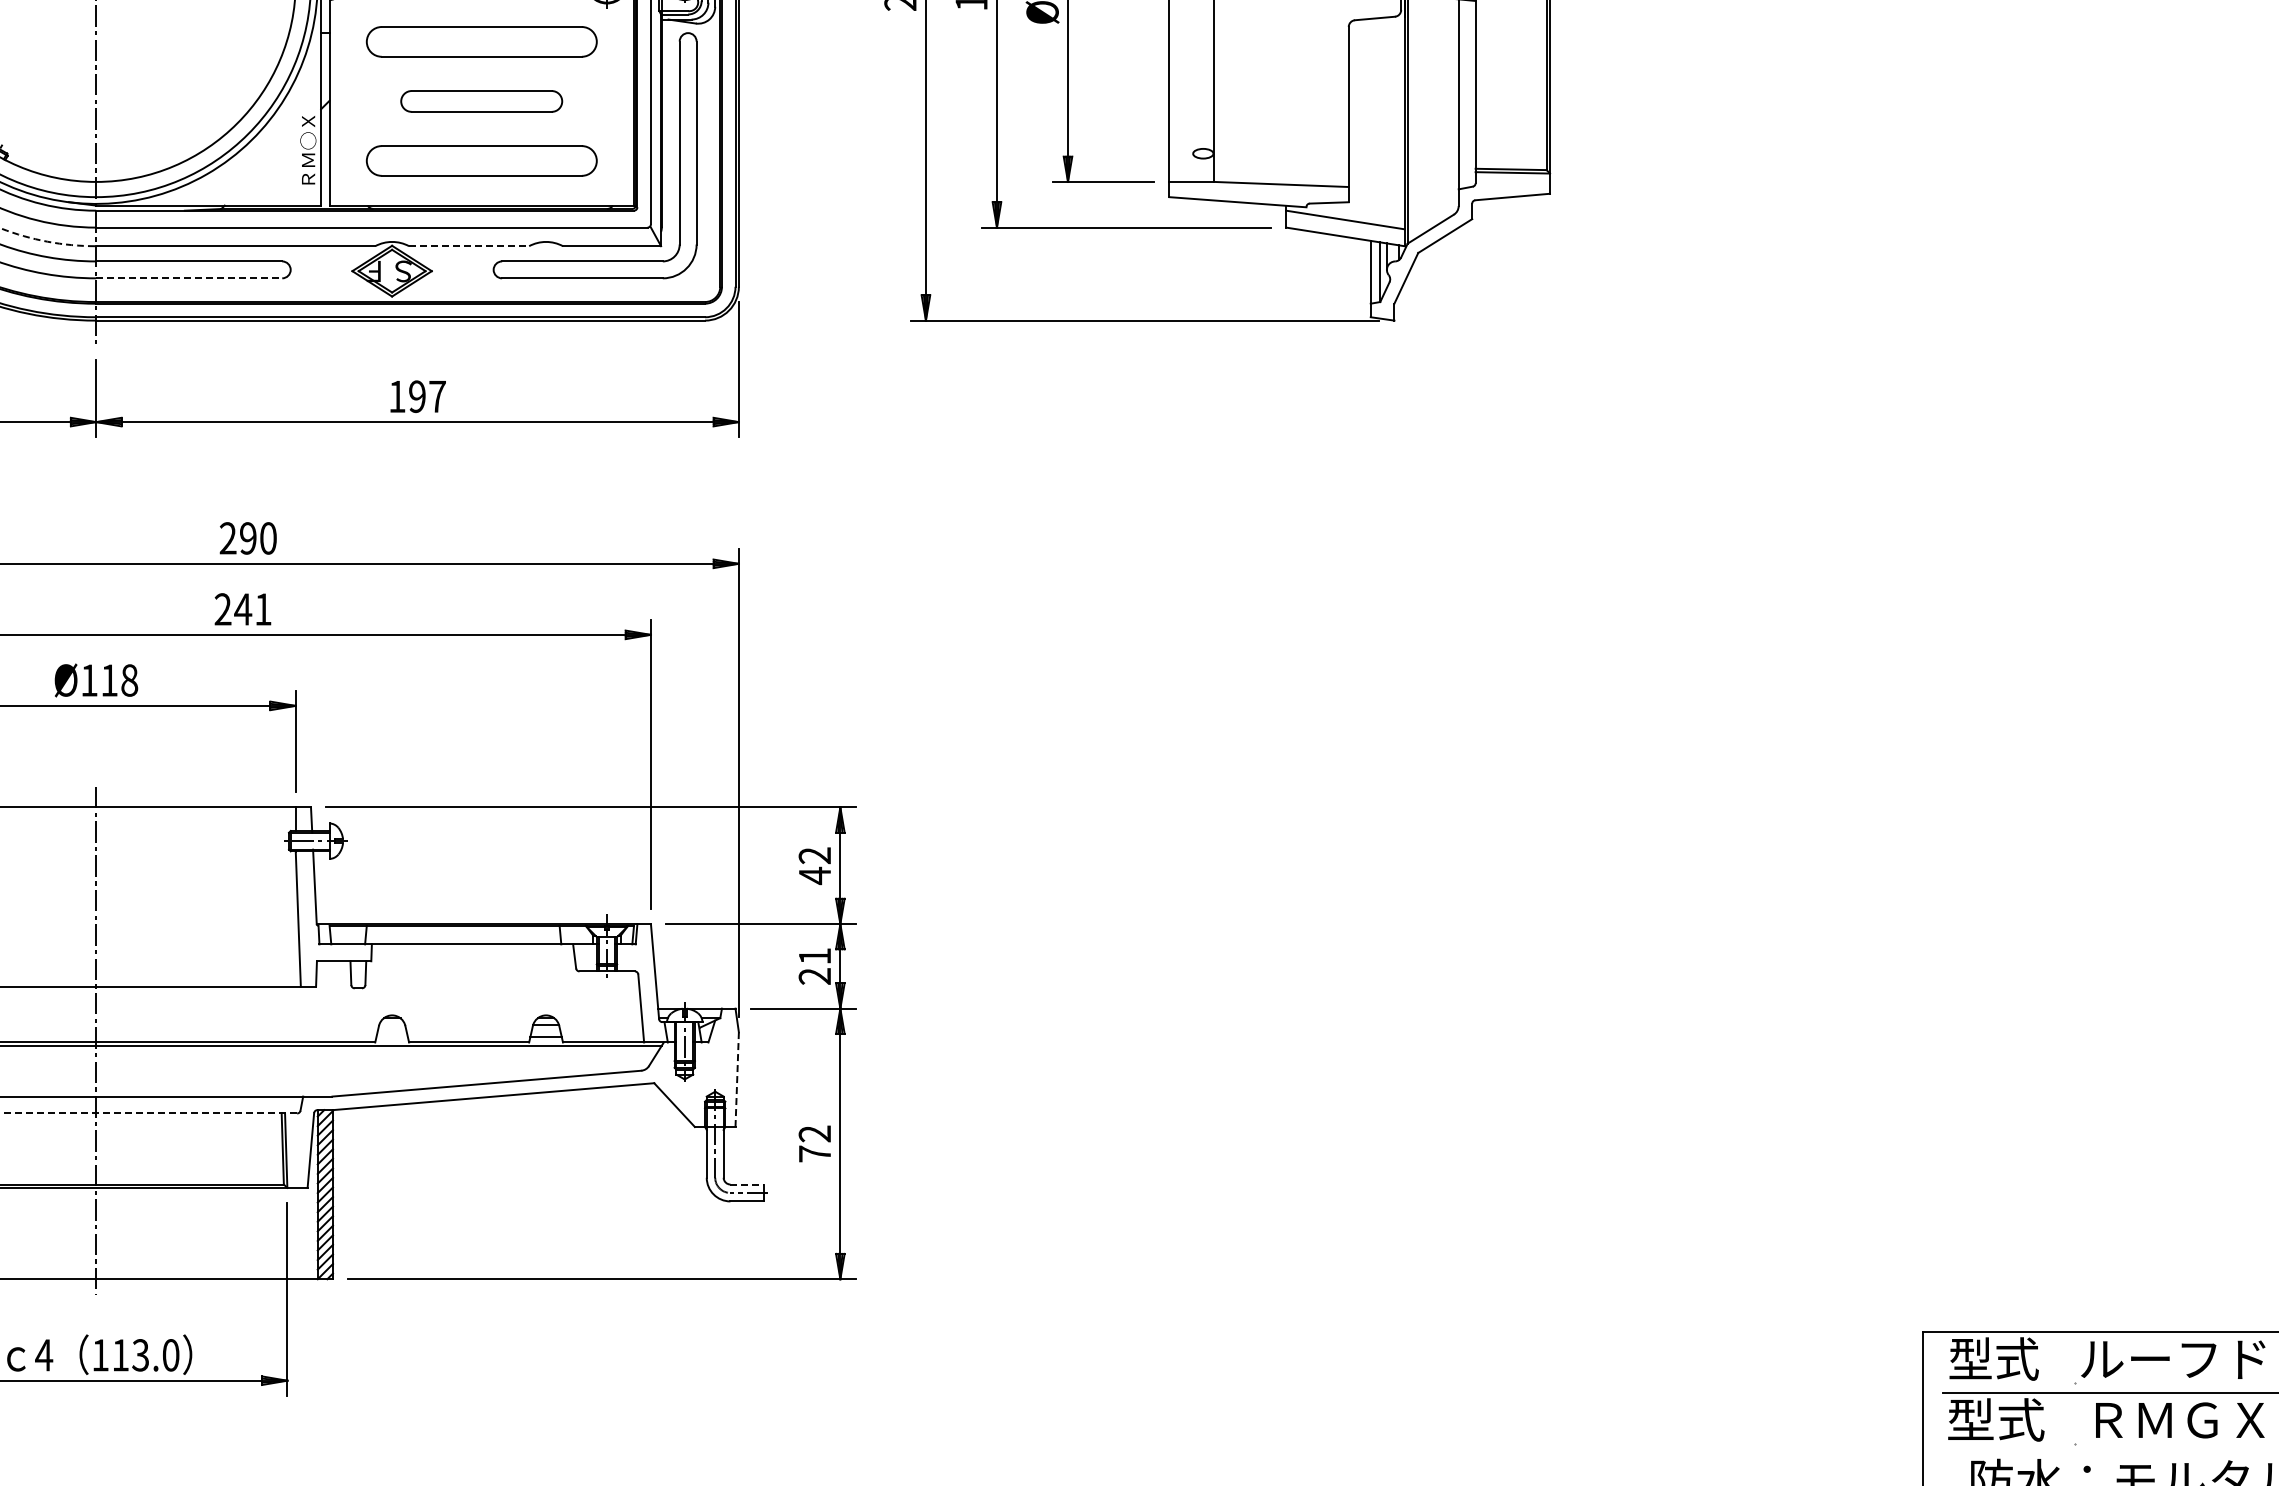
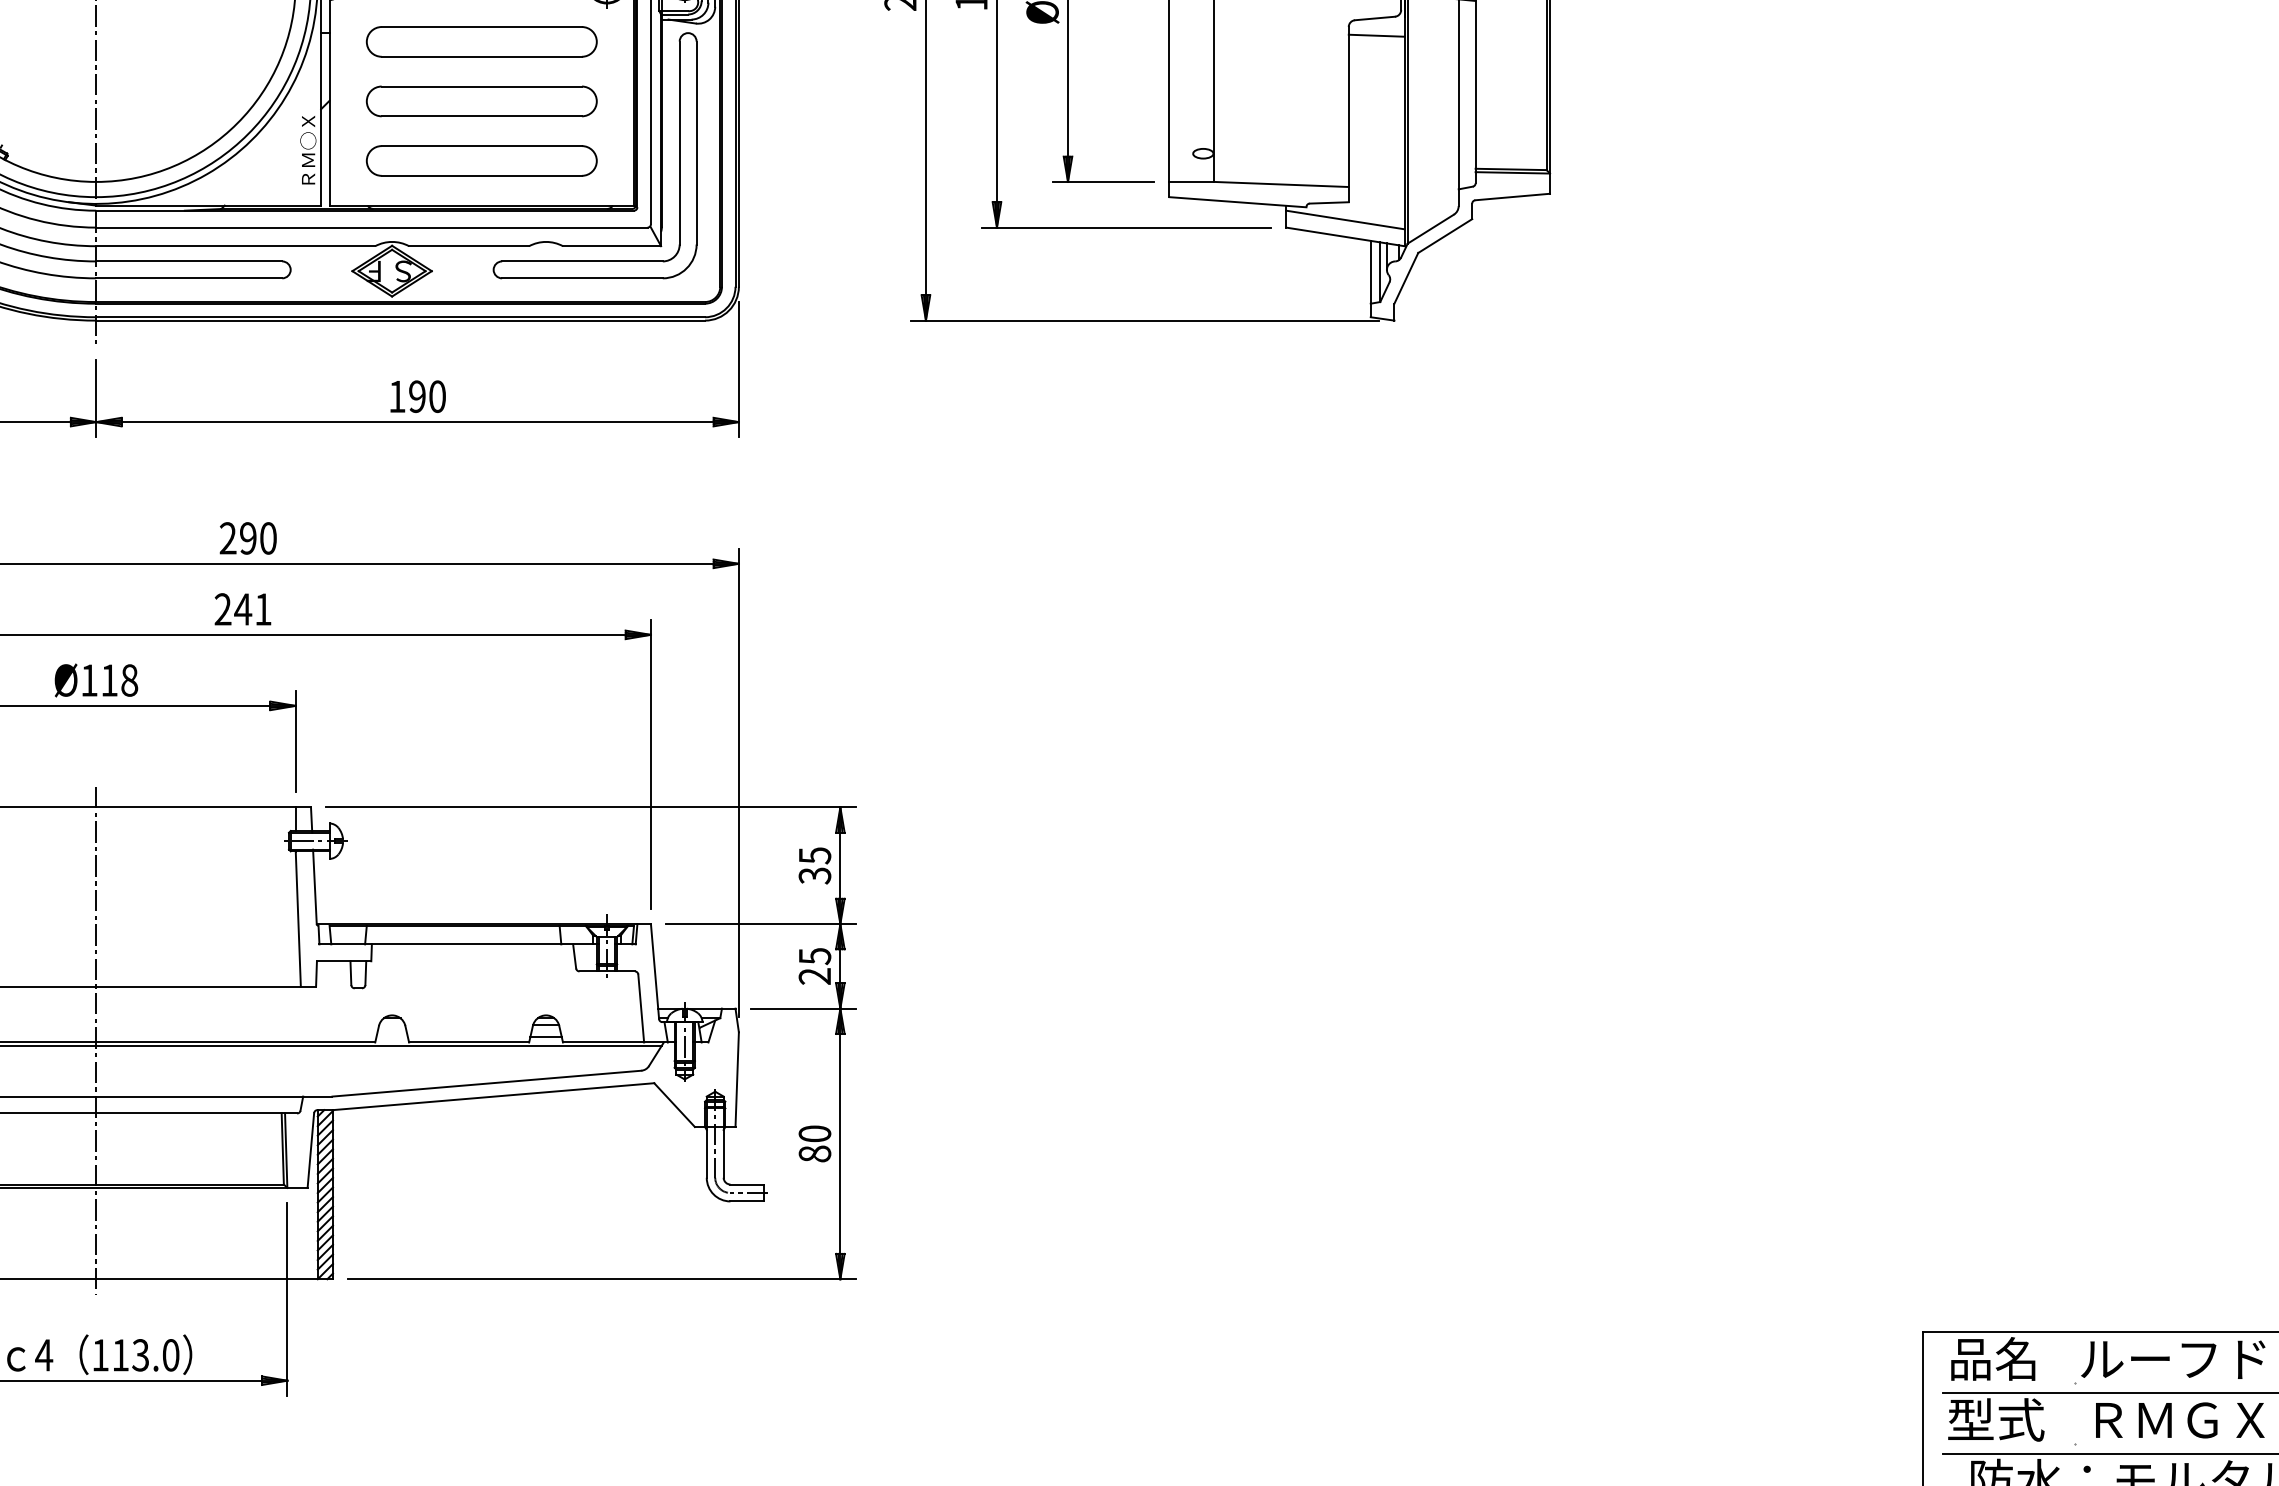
line at (1376, 35): none -> present
part at (481, 101) size: 164x23 px -> 233x33 px
arc at (48, 241): dashed -> solid
line at (469, 246): dashed -> solid
line at (189, 278): dashed -> solid
text at (437, 396): 197 -> 190
text at (814, 866): 42 -> 35
text at (815, 956): 21 -> 25
line at (737, 1079): dashed -> solid
line at (148, 1113): dashed -> solid
text at (814, 1143): 72 -> 80
line at (747, 1184): dashed -> solid
text at (1993, 1358): 型式 -> 品名
line at (2109, 1453): none -> present
